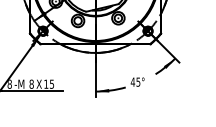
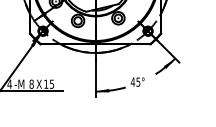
text at (9, 83): 8 -> 4
